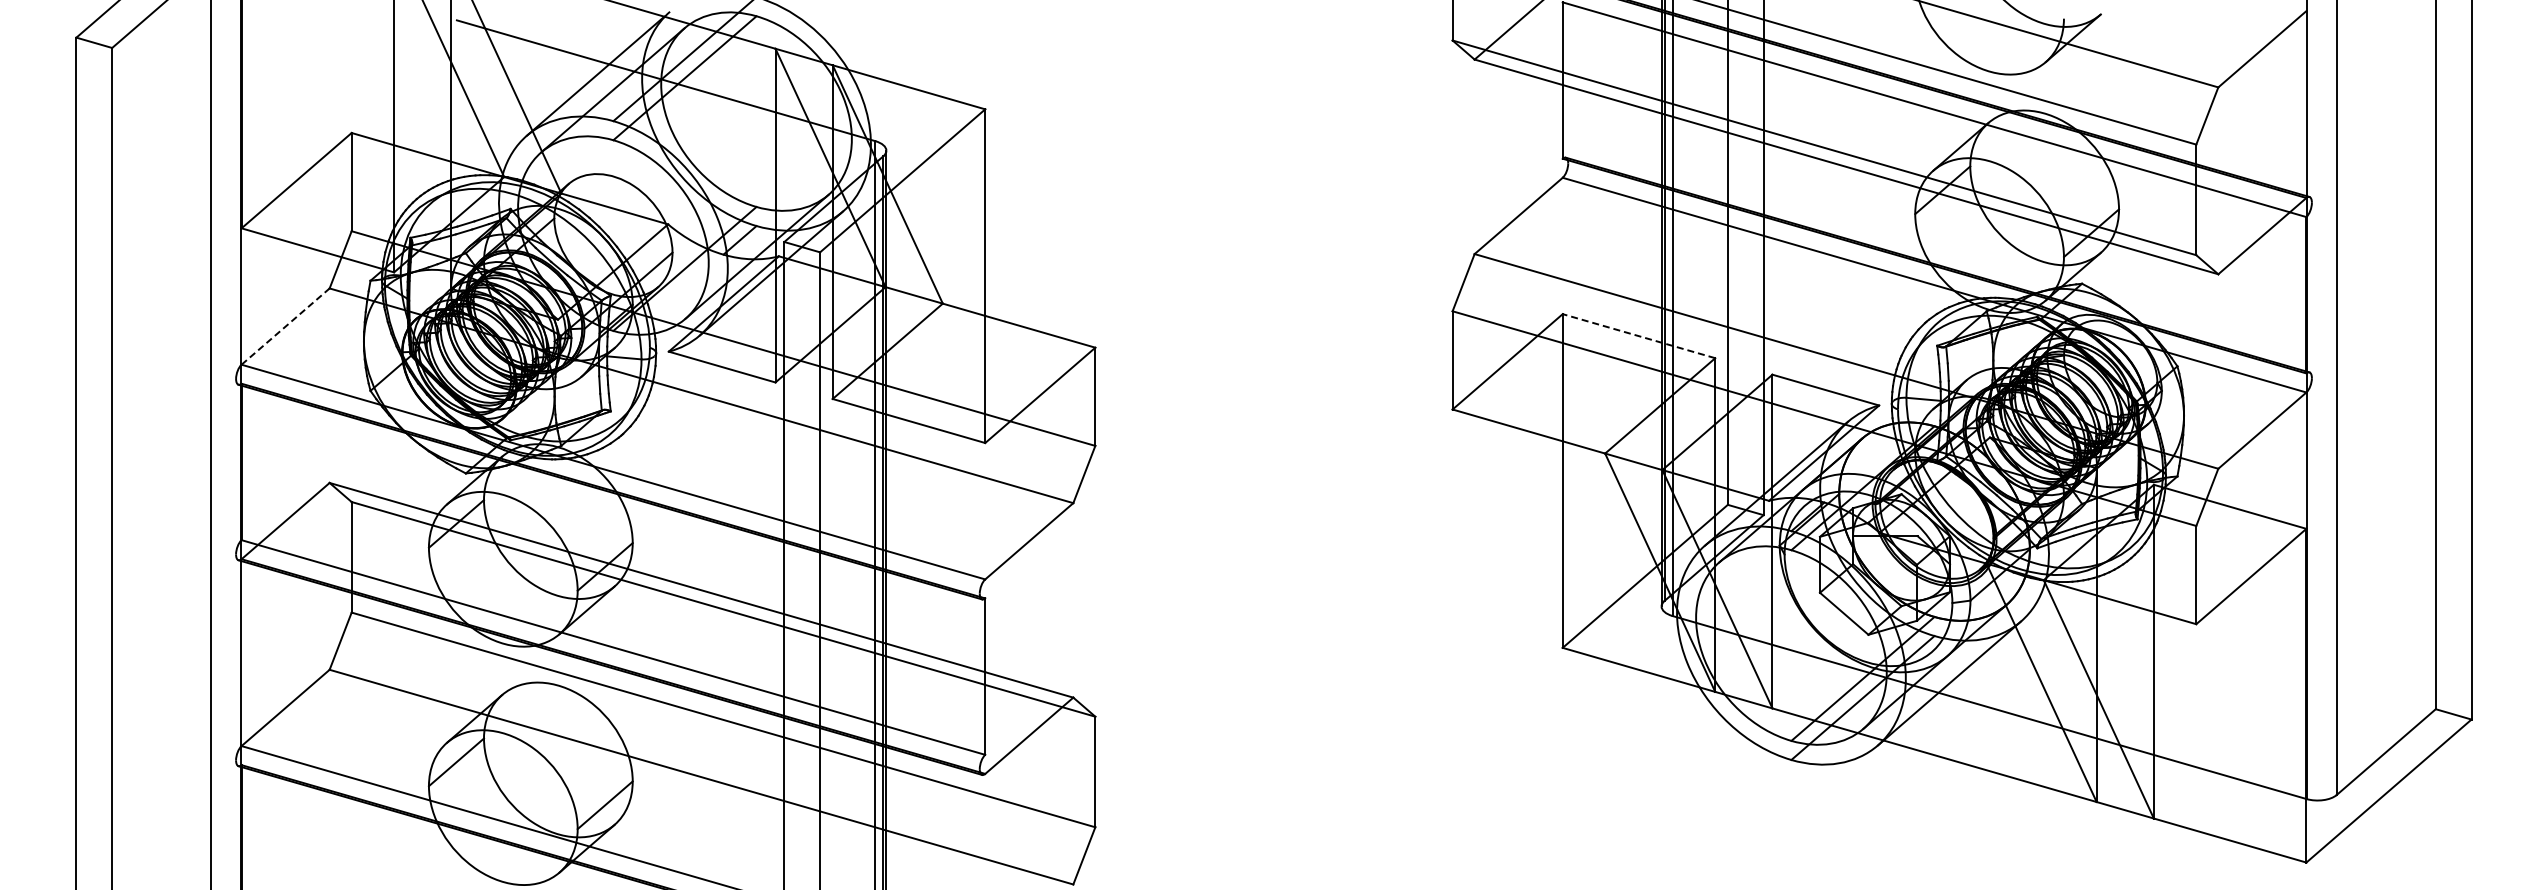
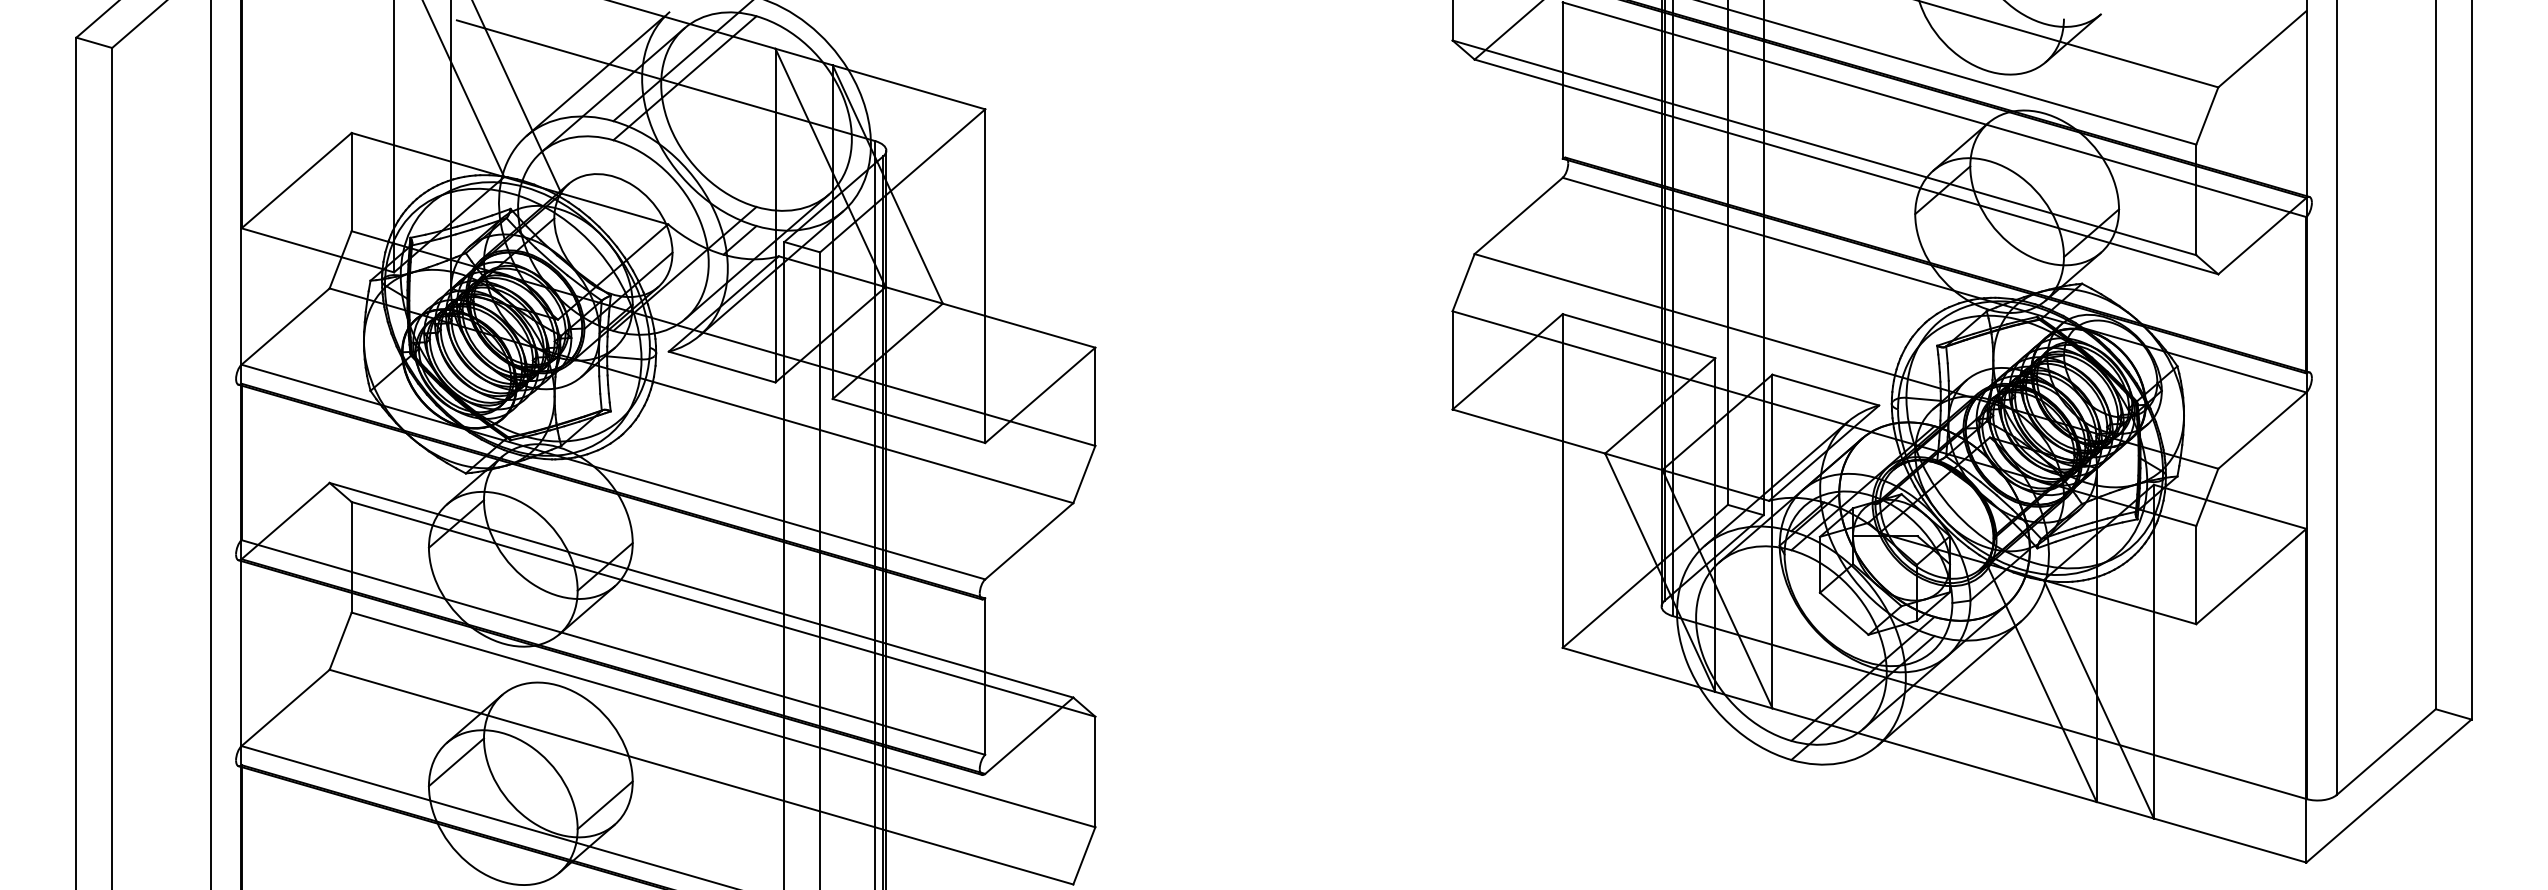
line at (285, 326): dashed -> solid
line at (1638, 336): dashed -> solid
